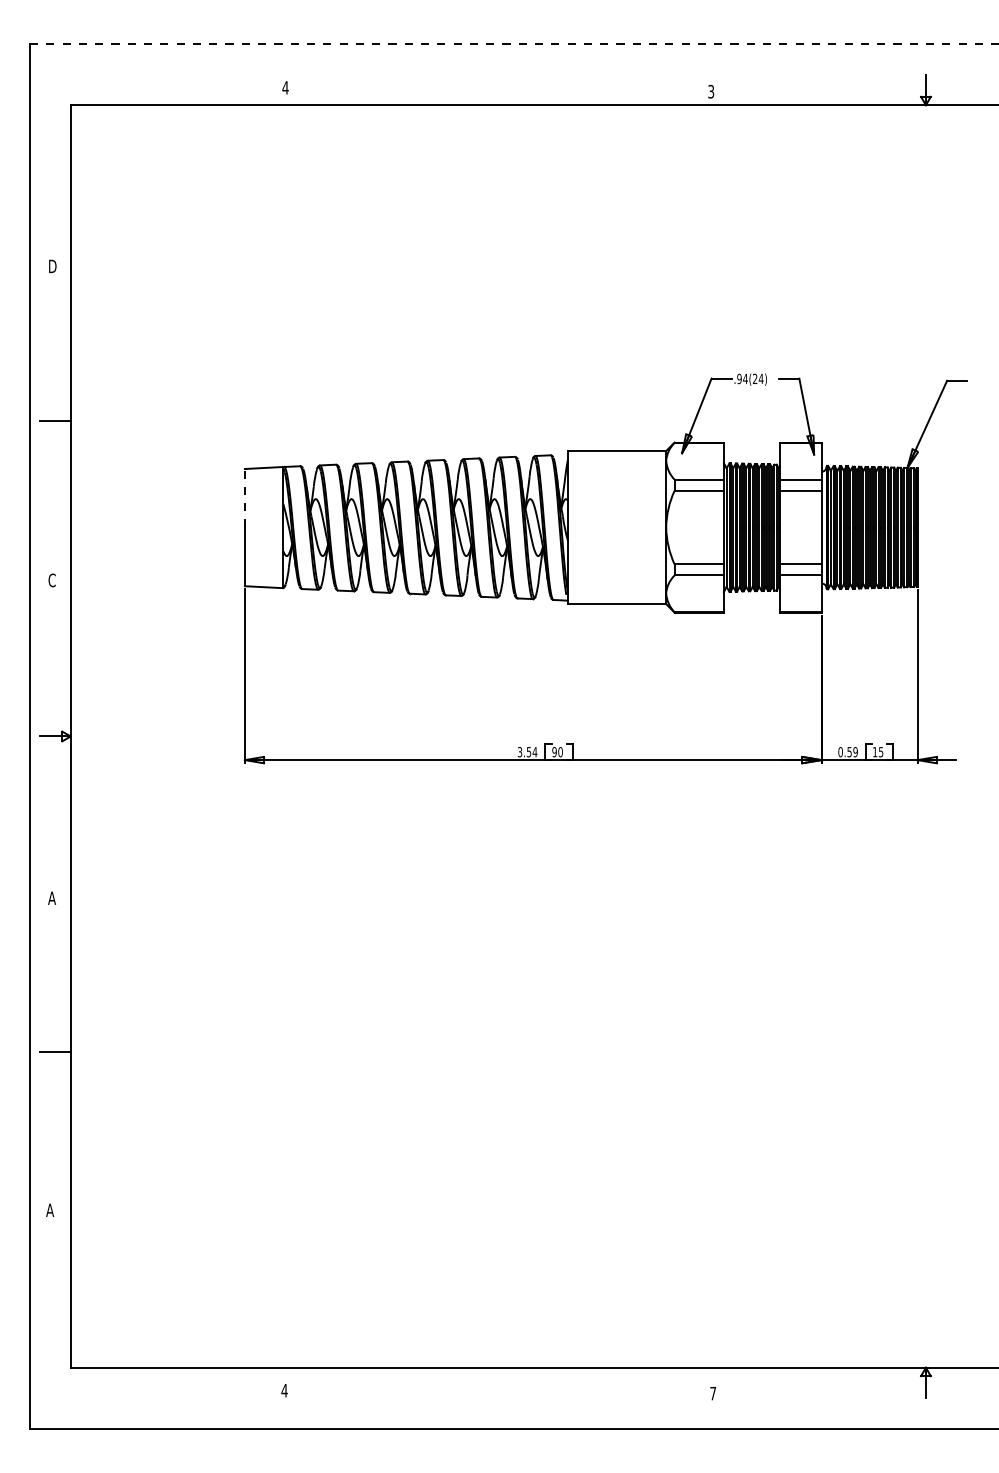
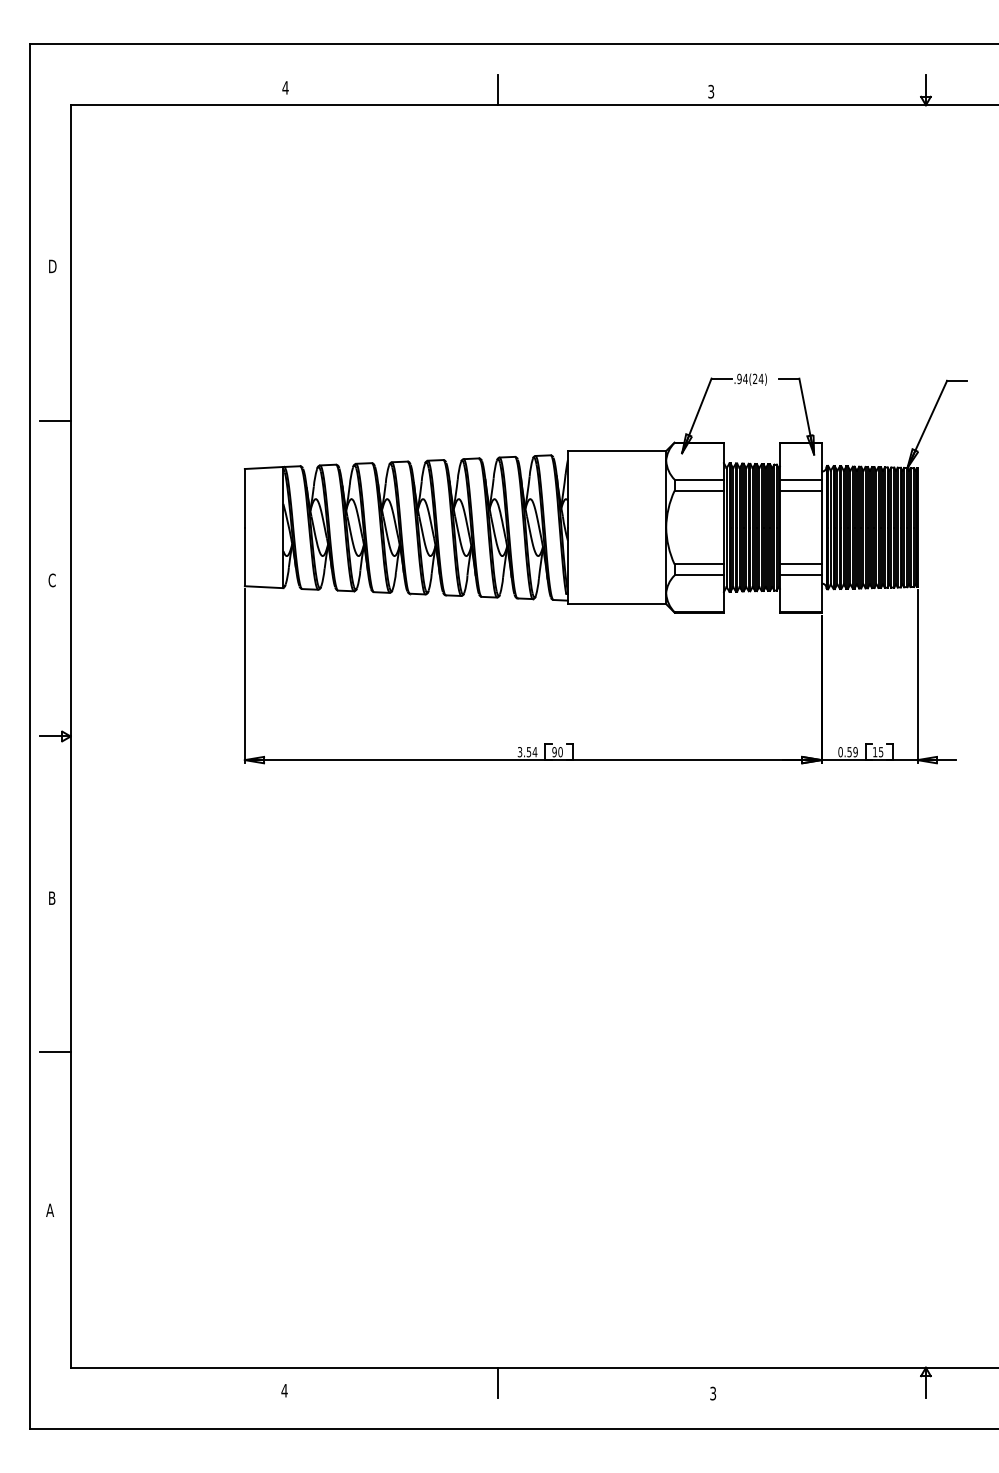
line at (514, 44): dashed -> solid
line at (498, 89): none -> present
line at (244, 497): dashed -> solid
text at (51, 897): A -> B
line at (498, 1382): none -> present
text at (713, 1393): 7 -> 3
